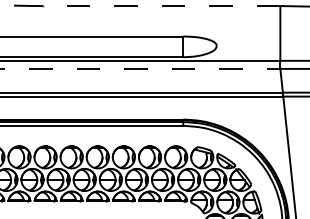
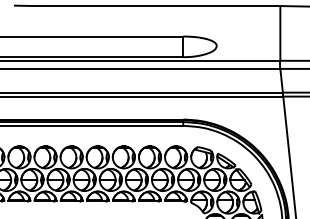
line at (161, 6): dashed -> solid
line at (141, 68): dashed -> solid
